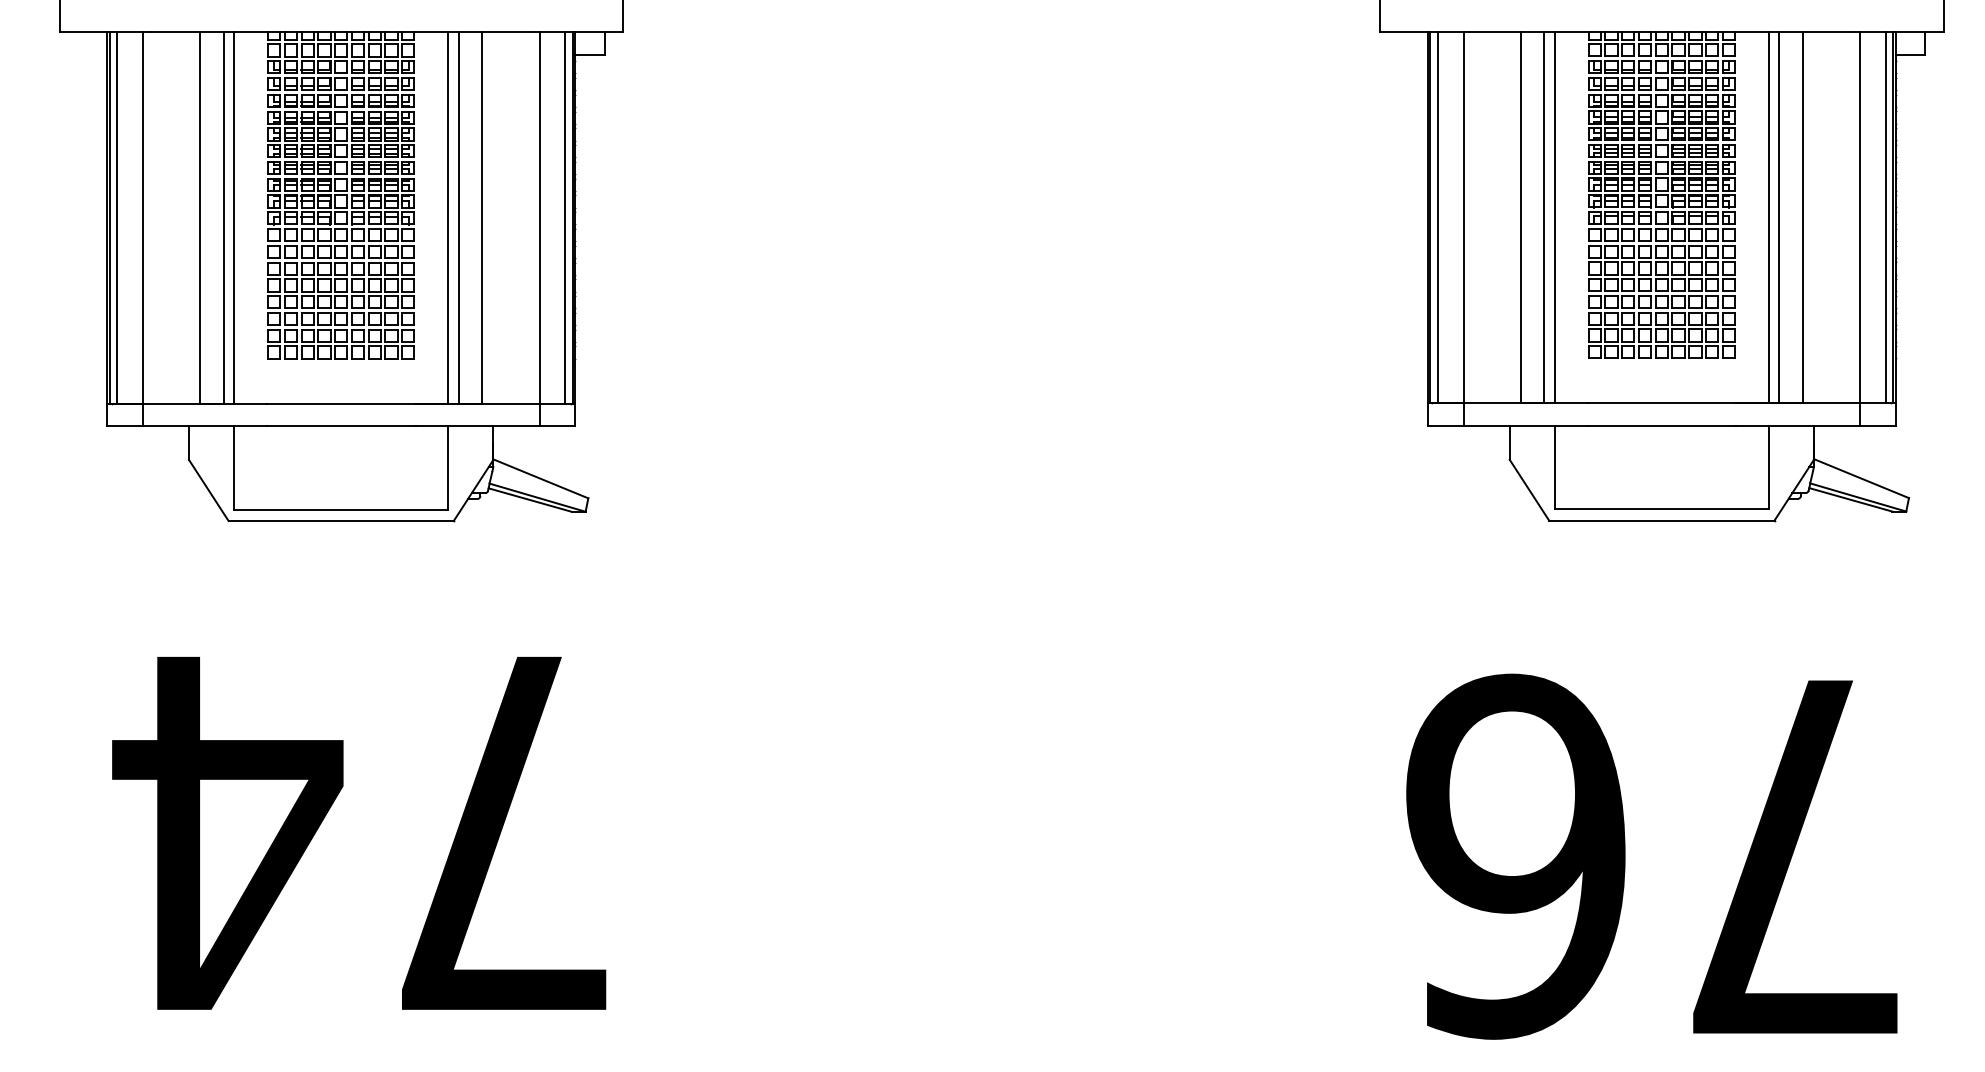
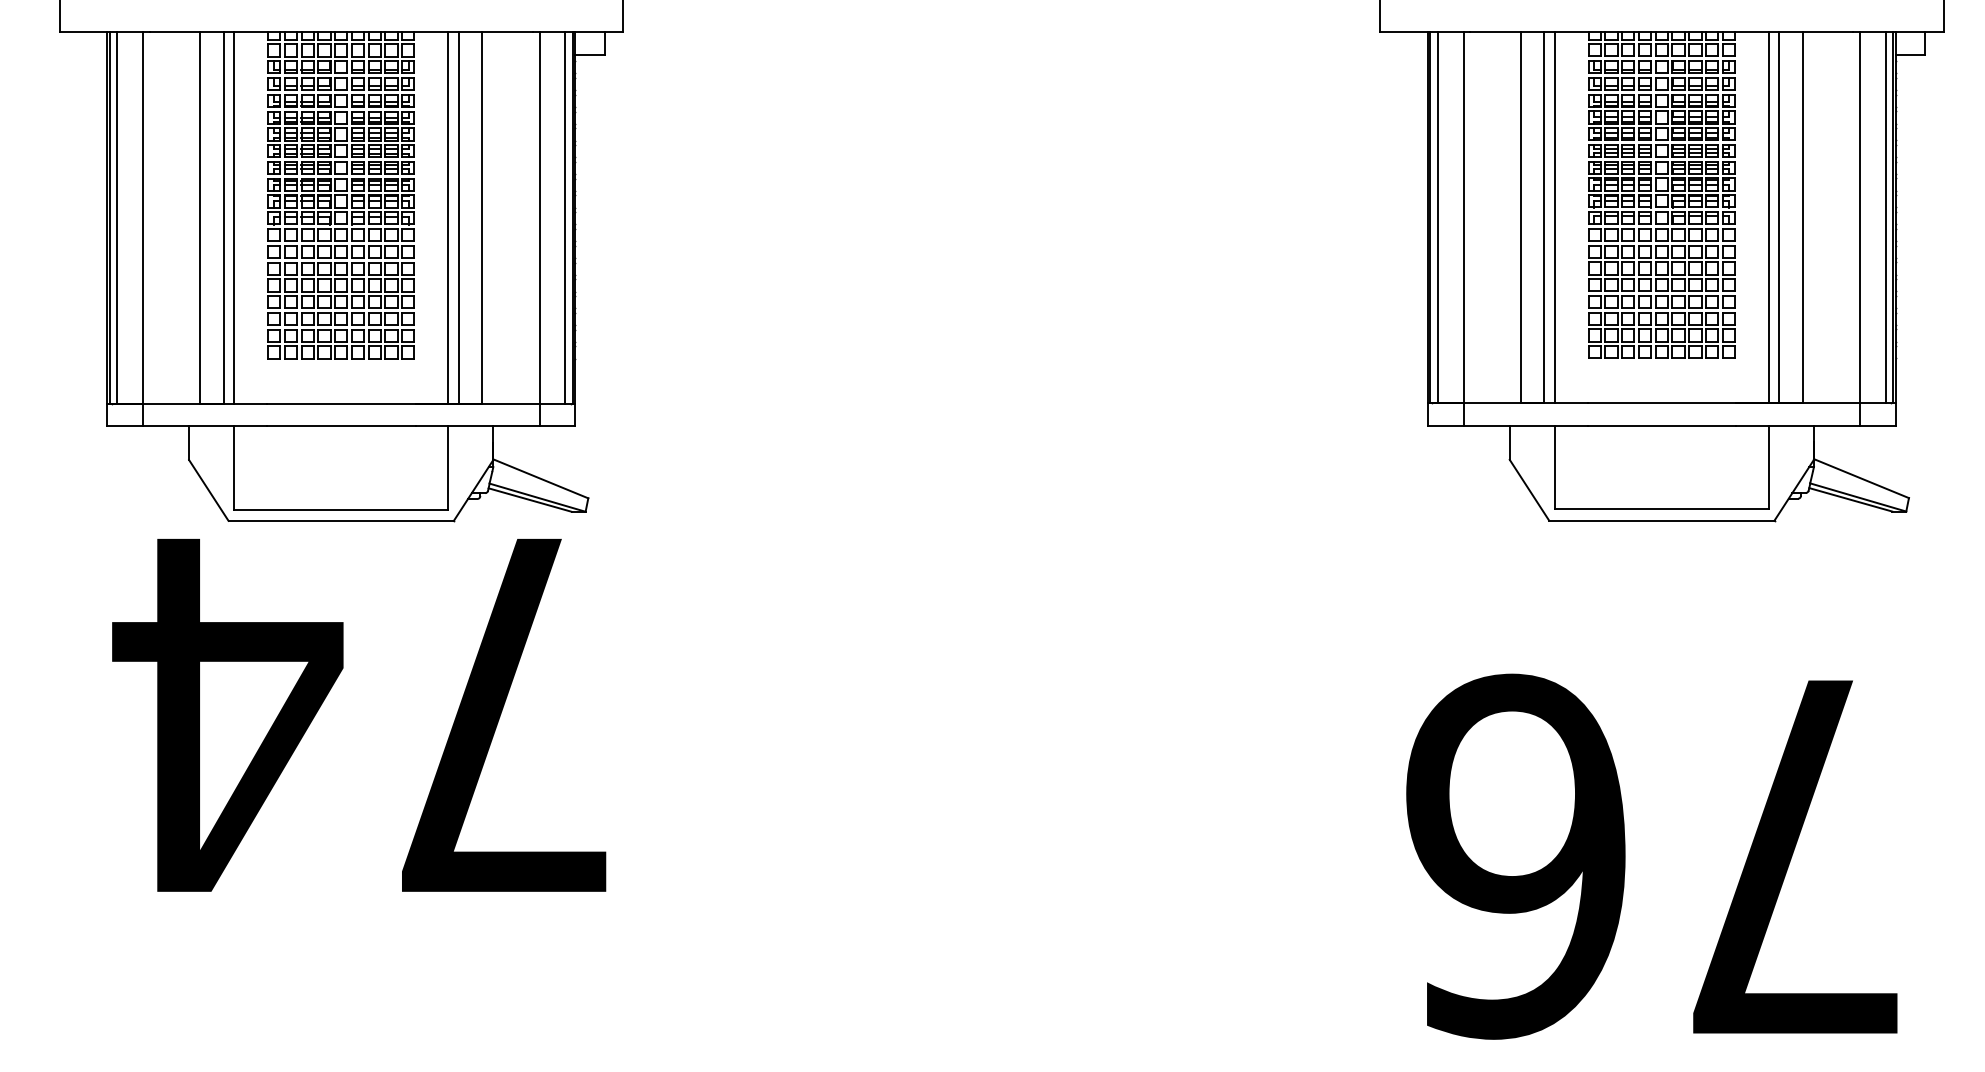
text at (359, 833) position: (359, 833) -> (359, 715)
